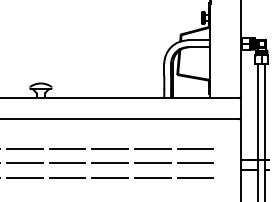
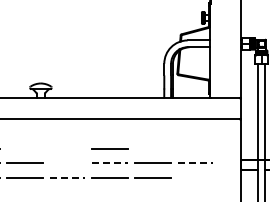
line at (24, 149): present -> none
line at (67, 149): present -> none
line at (152, 149): present -> none
line at (195, 149): present -> none
line at (67, 163): present -> none
line at (110, 163): solid -> dashed
line at (195, 163): solid -> dashed
line at (67, 177): solid -> dashed
line at (195, 177): present -> none
